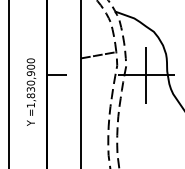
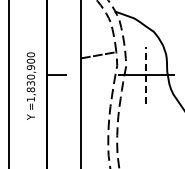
line at (146, 75): solid -> dashed
text at (31, 91) position: (31, 91) -> (31, 85)
